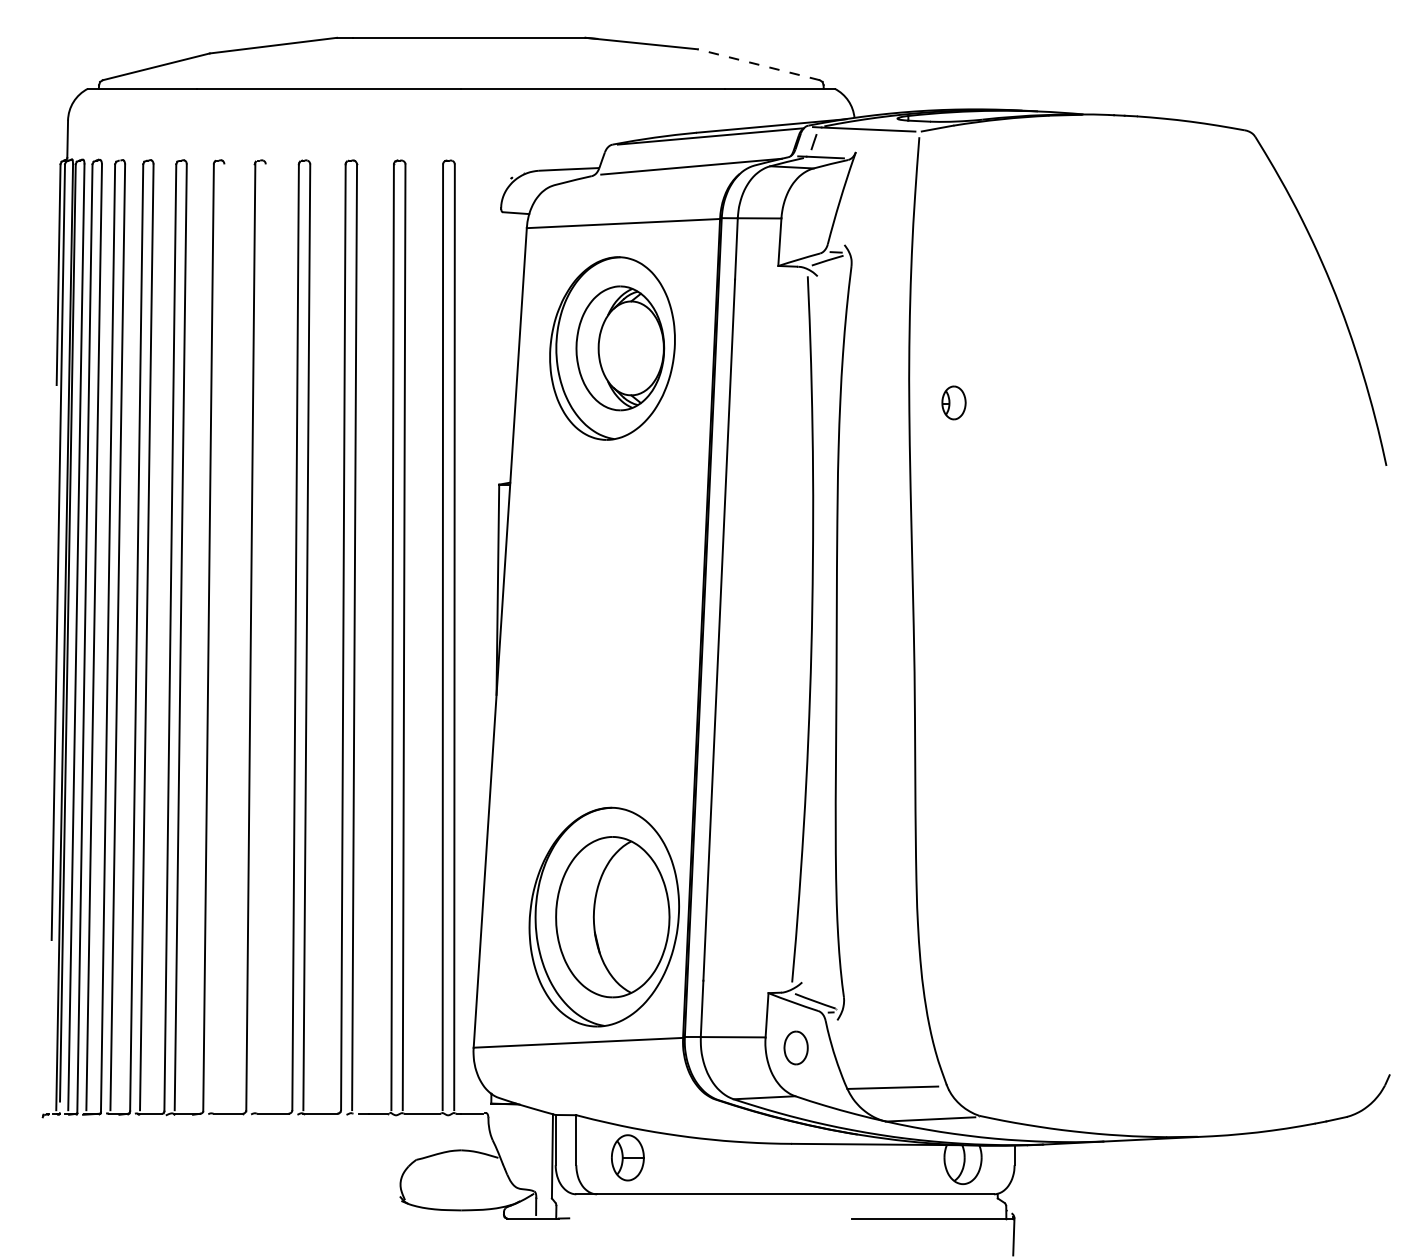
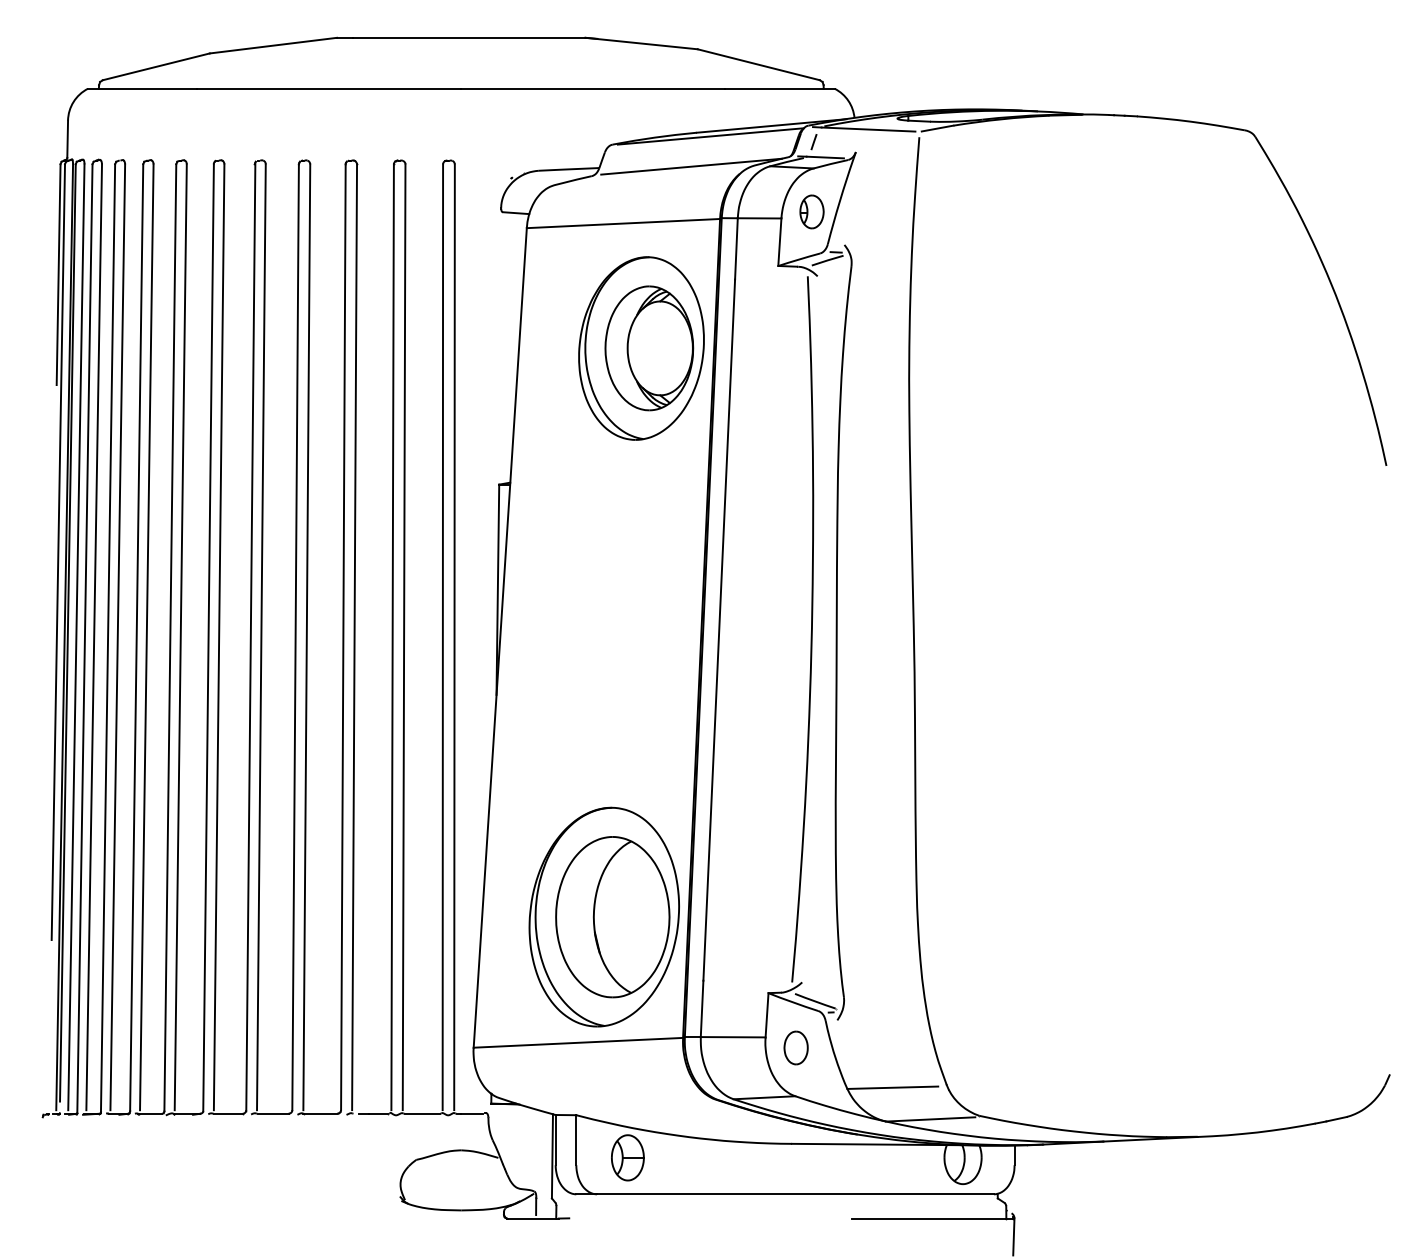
line at (758, 64): dashed -> solid
part at (612, 348) position: (612, 348) -> (641, 348)
part at (953, 402) position: (953, 402) -> (811, 211)
line at (218, 637): none -> present
line at (261, 637): none -> present
